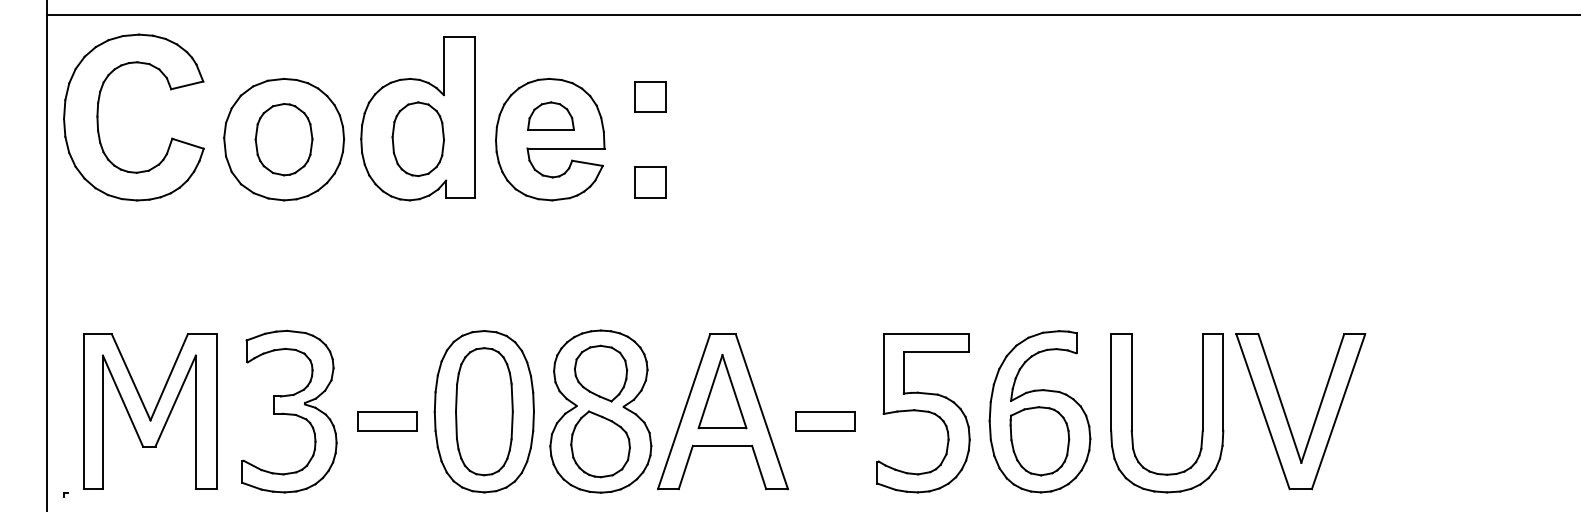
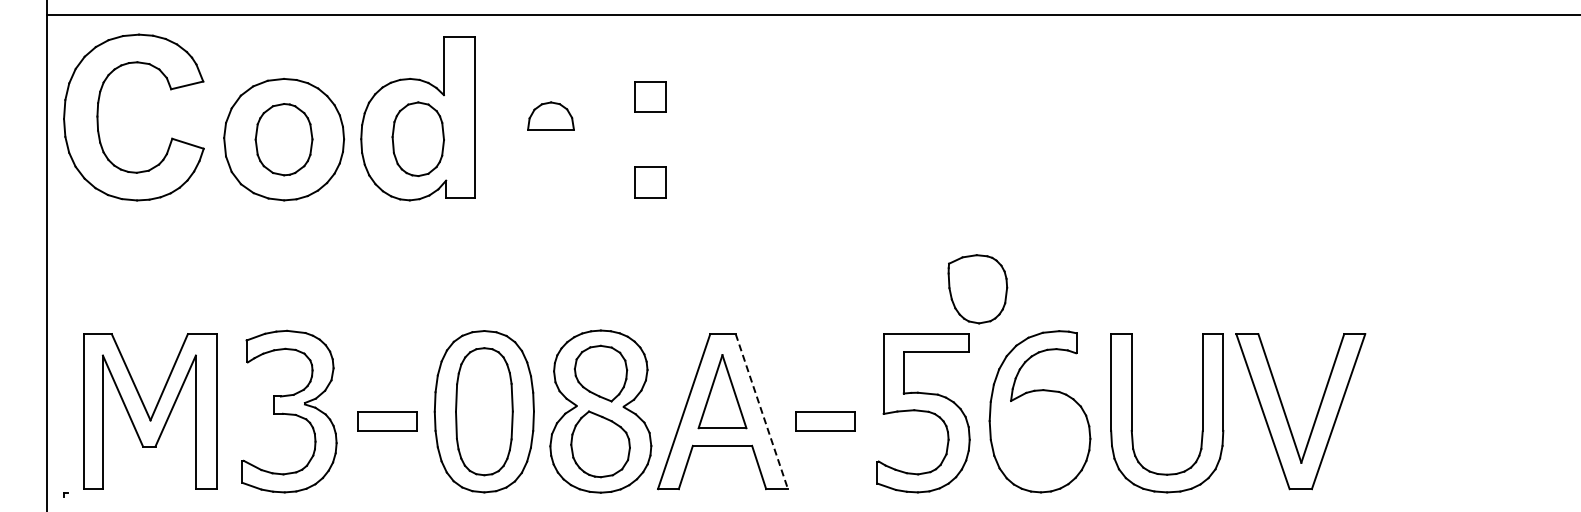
part at (550, 139): present -> none
line at (761, 411): solid -> dashed
part at (1039, 441) position: (1039, 441) -> (977, 289)
